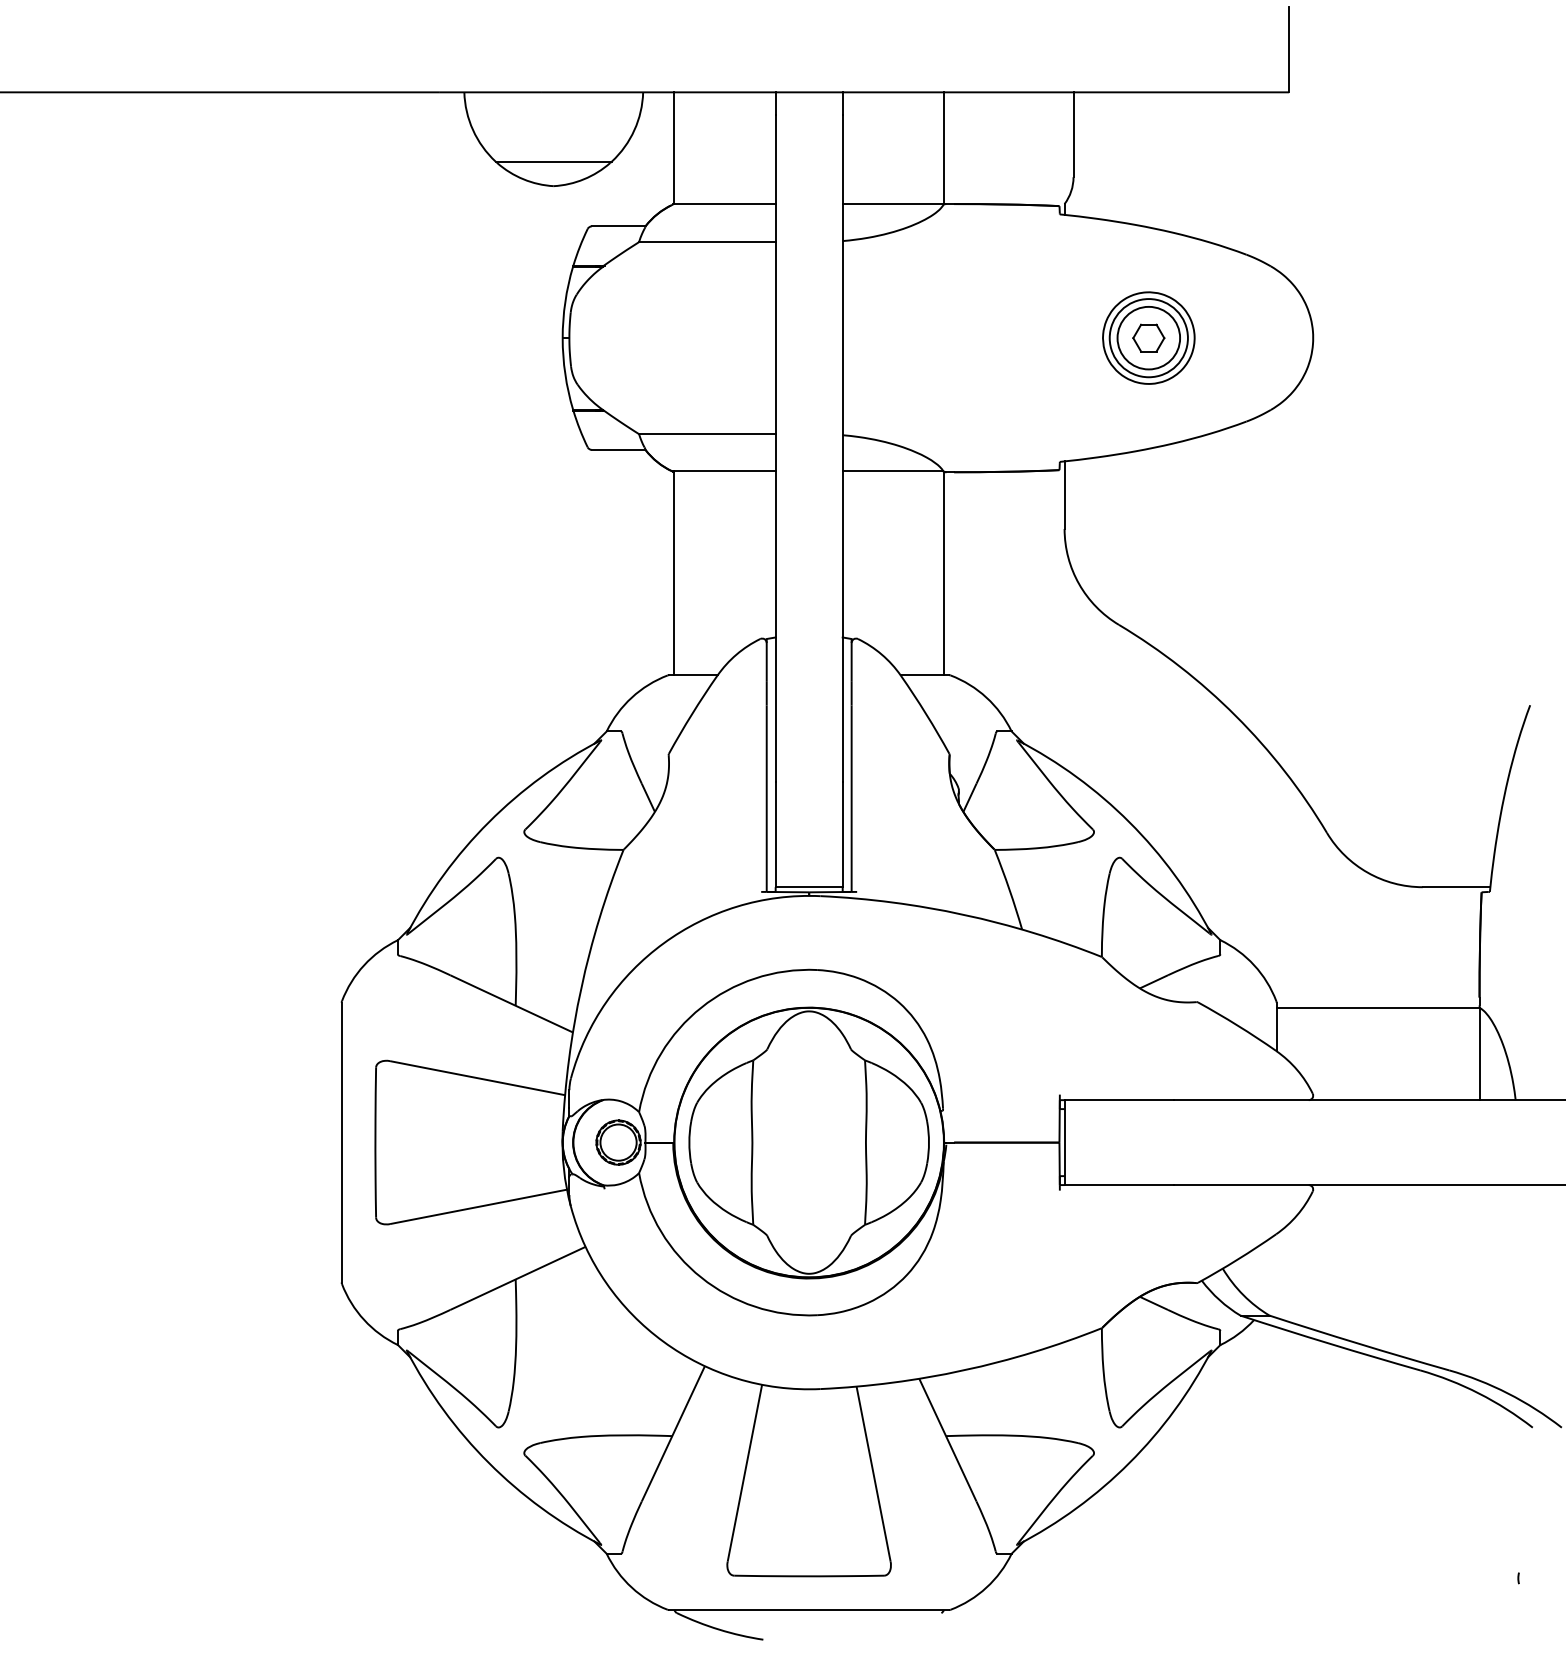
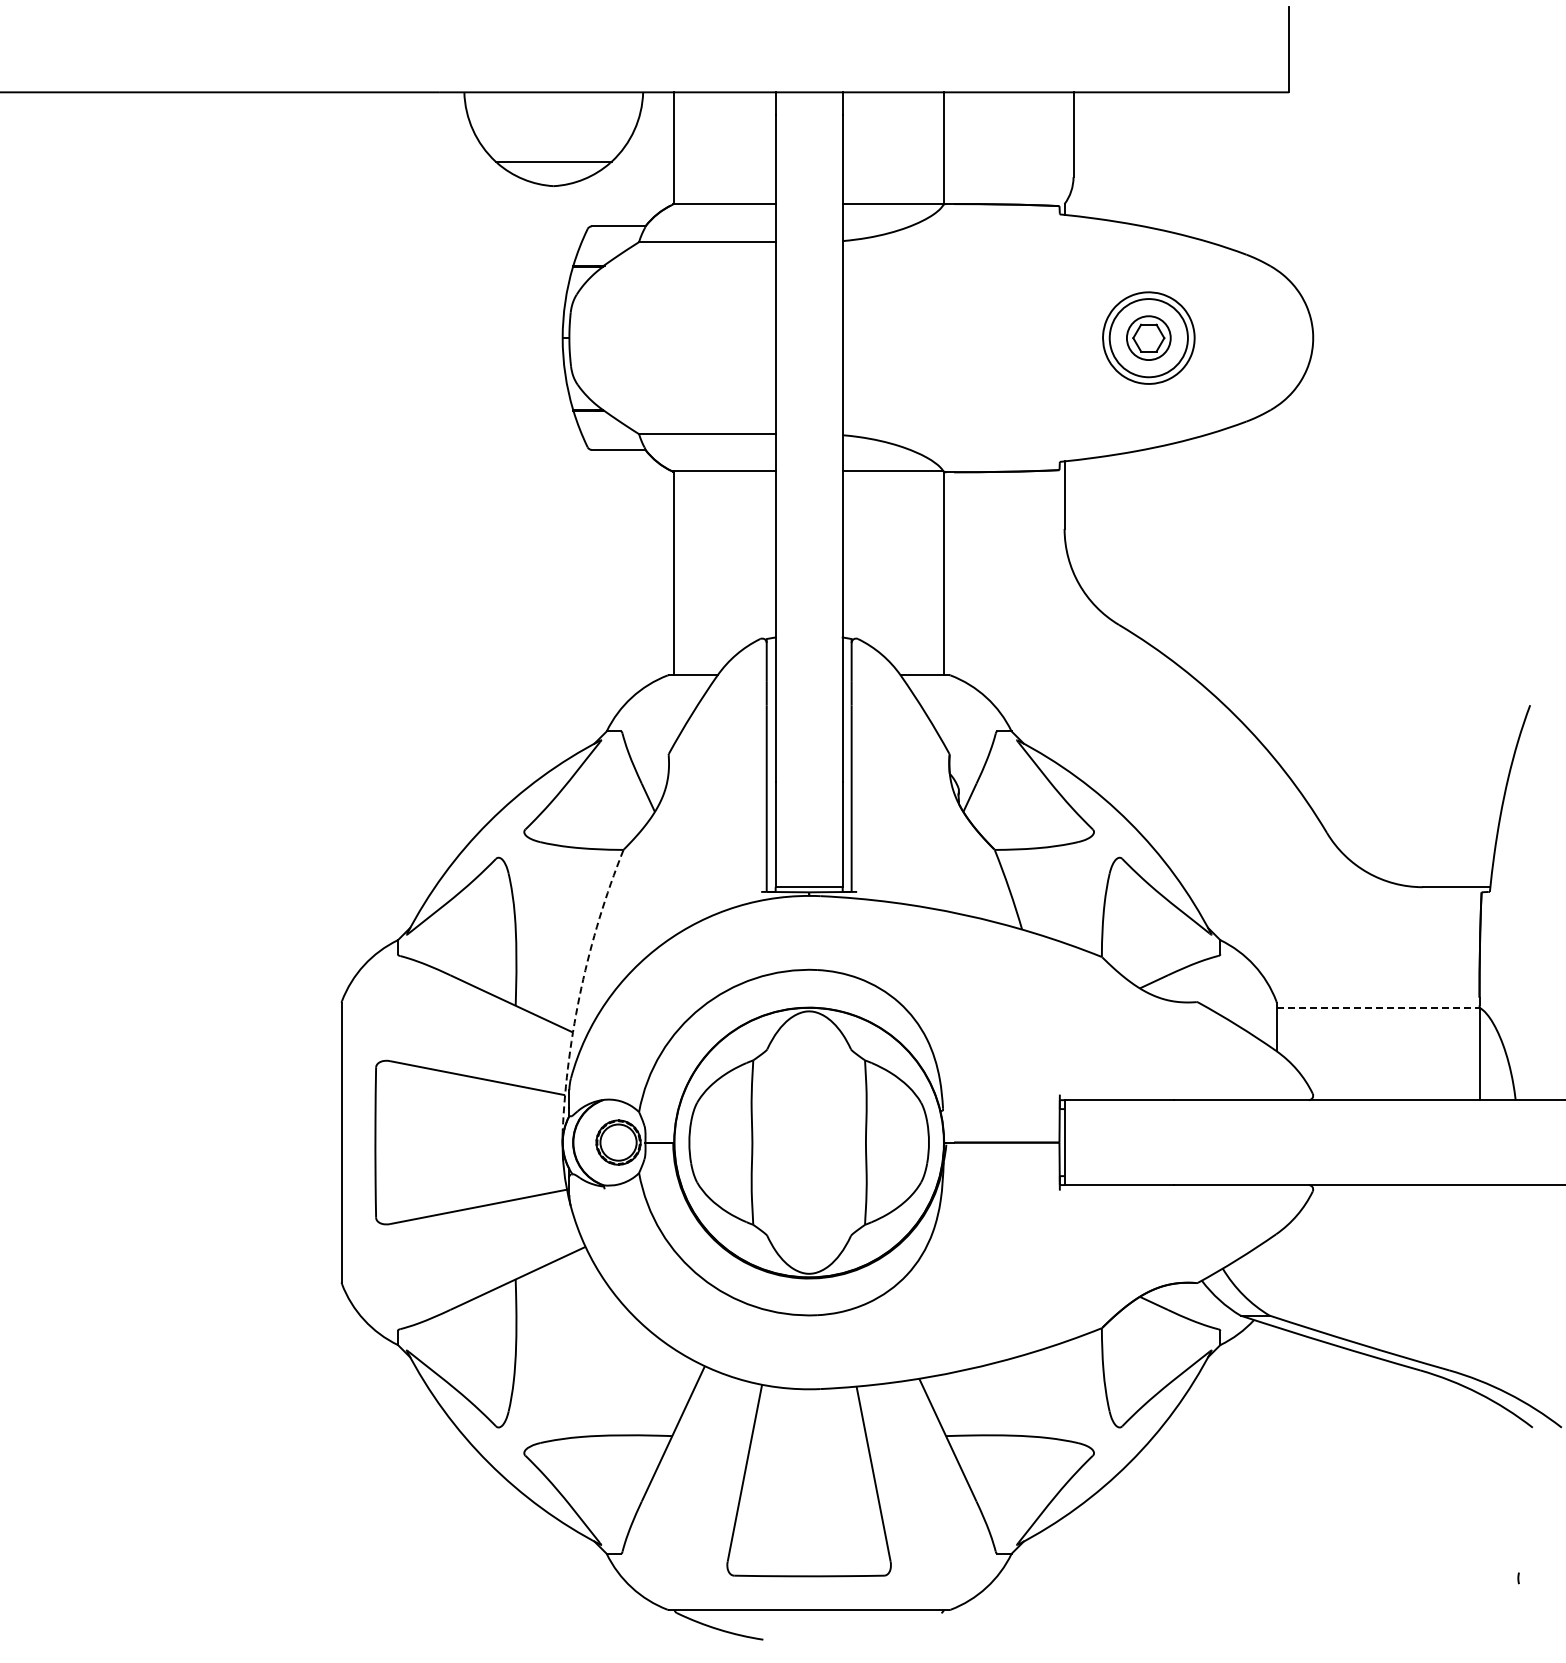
circle at (1148, 337) diameter: 63 px -> 44 px
arc at (581, 988): solid -> dashed
line at (1378, 1007): solid -> dashed
